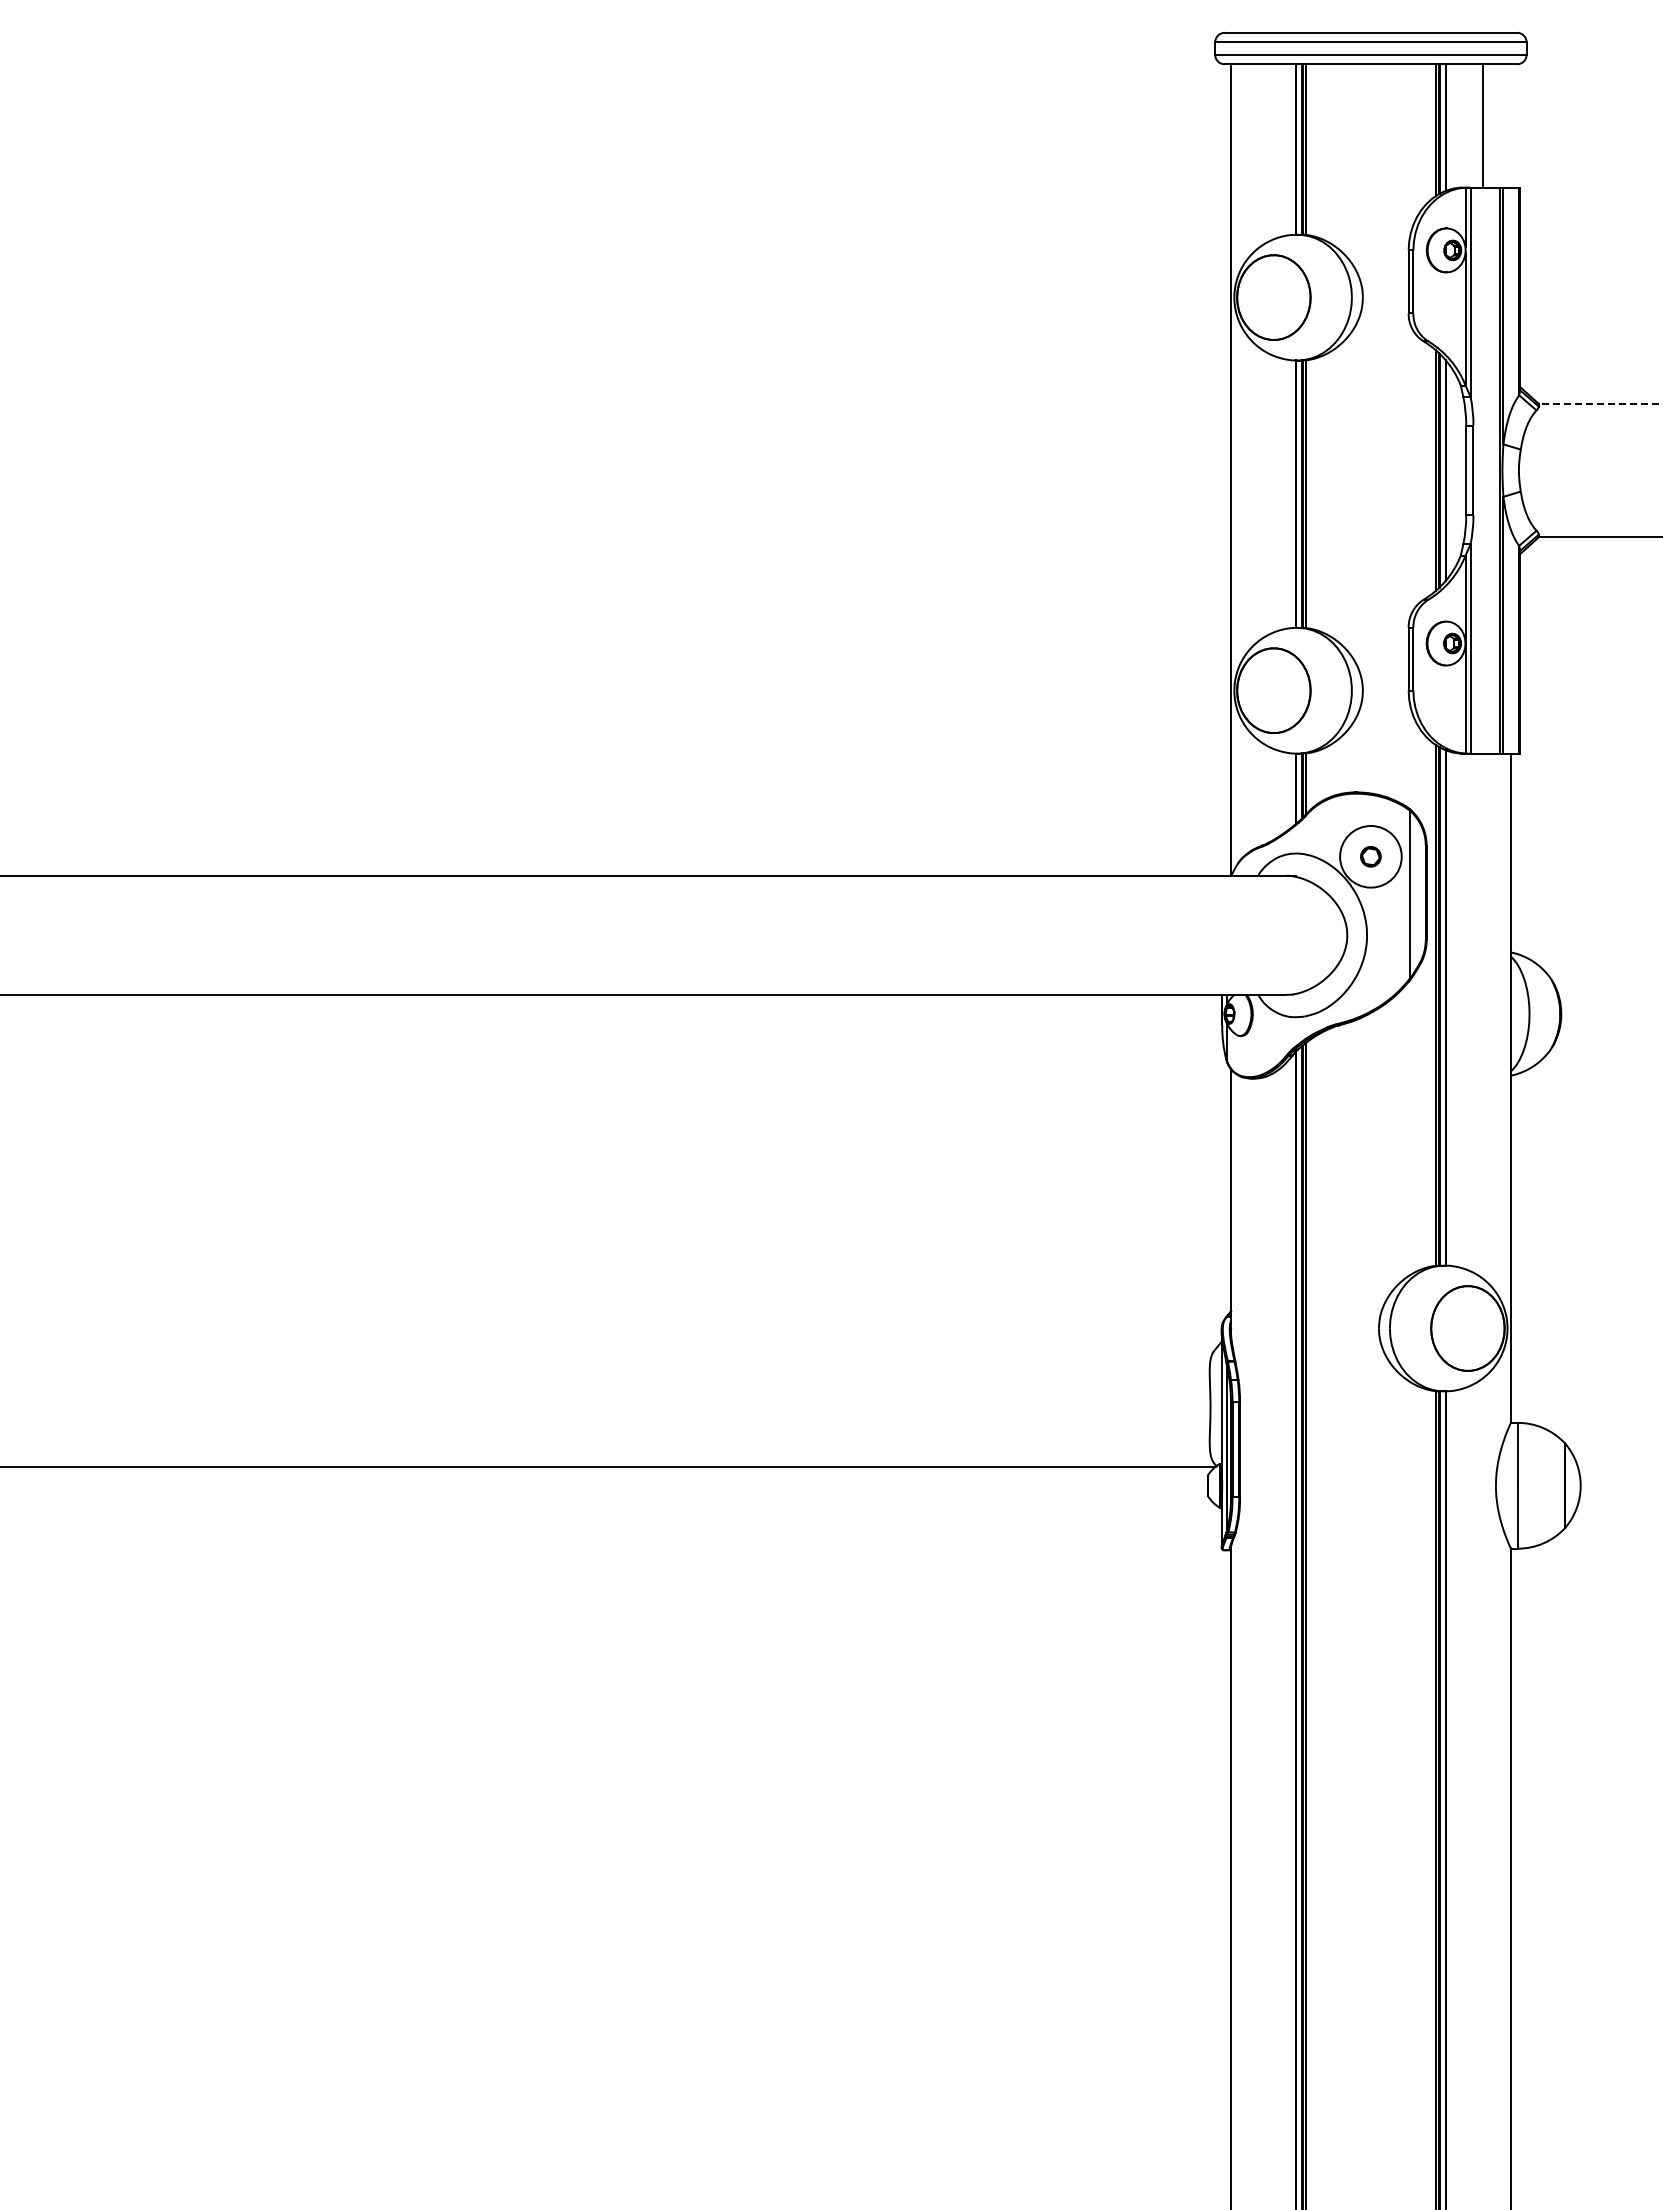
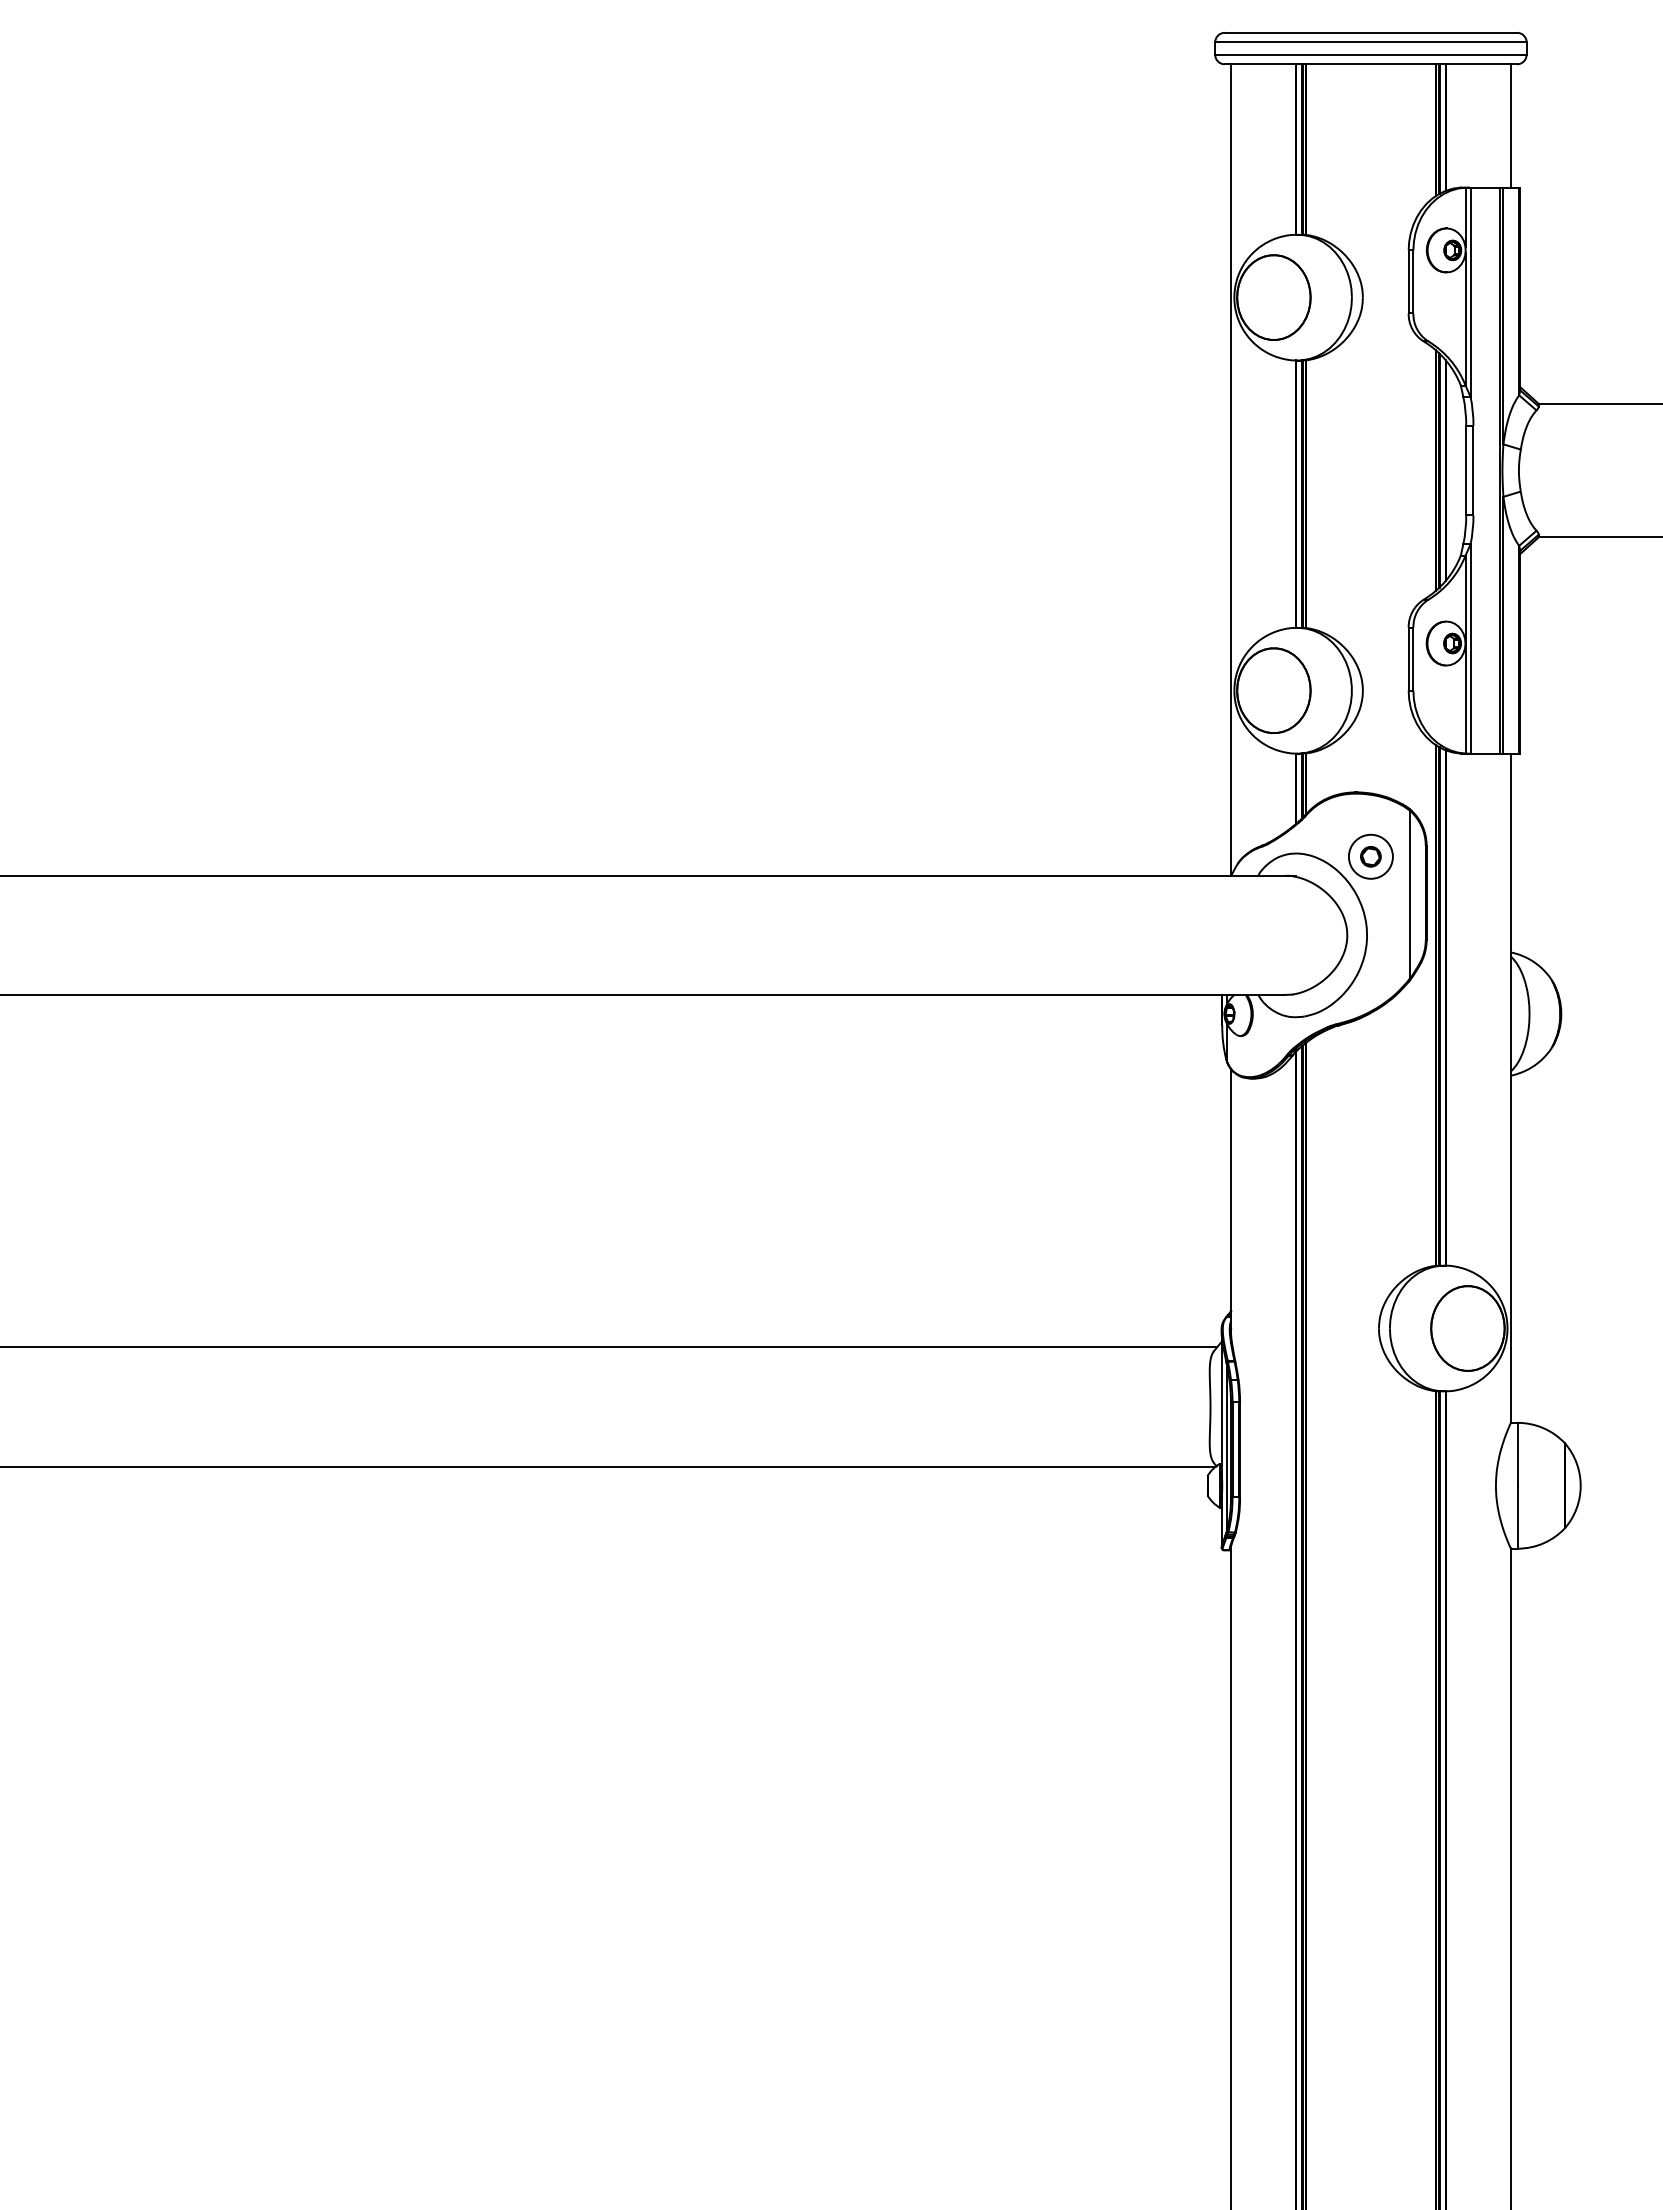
line at (1482, 125) position: (1482, 125) -> (1510, 125)
line at (1600, 403): dashed -> solid
circle at (1370, 856) diameter: 62 px -> 44 px
line at (609, 1347): none -> present
